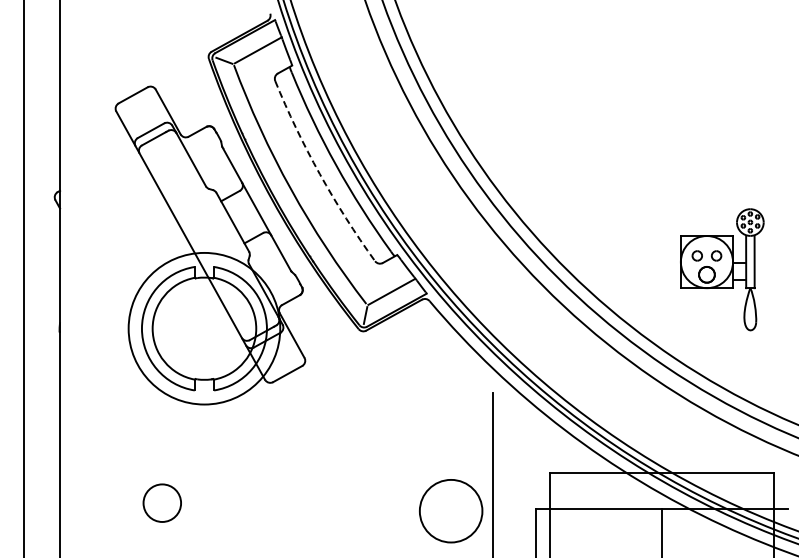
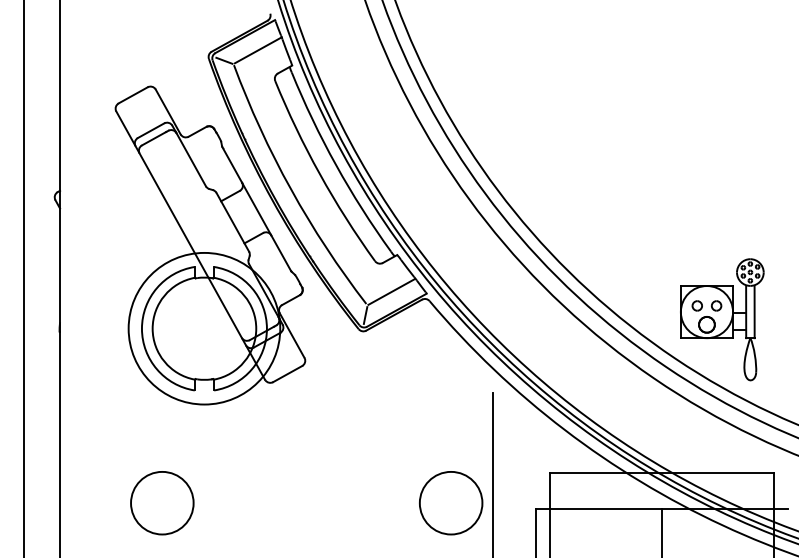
arc at (319, 174): dashed -> solid
part at (722, 269) position: (722, 269) -> (722, 319)
circle at (162, 502) diameter: 38 px -> 63 px
circle at (451, 511) position: (451, 511) -> (451, 503)
